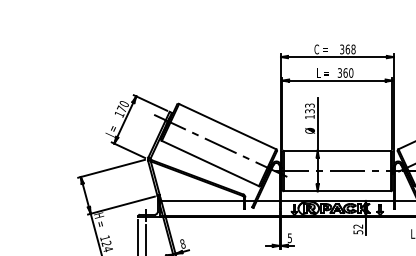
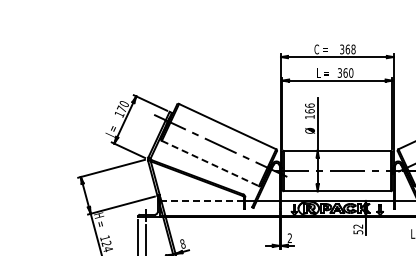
text at (309, 108): 133 -> 166
line at (210, 163): solid -> dashed
line at (201, 200): solid -> dashed
text at (289, 238): 5 -> 2
